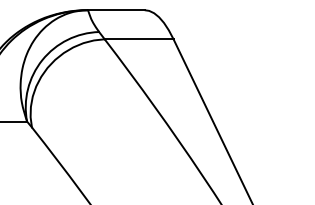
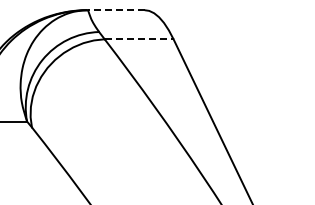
line at (115, 10): solid -> dashed
line at (139, 39): solid -> dashed
